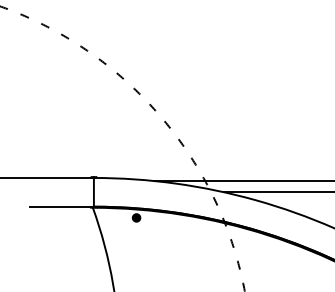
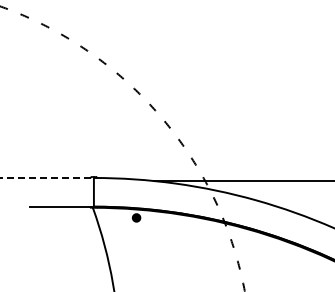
line at (47, 177): solid -> dashed
line at (277, 192): present -> none
